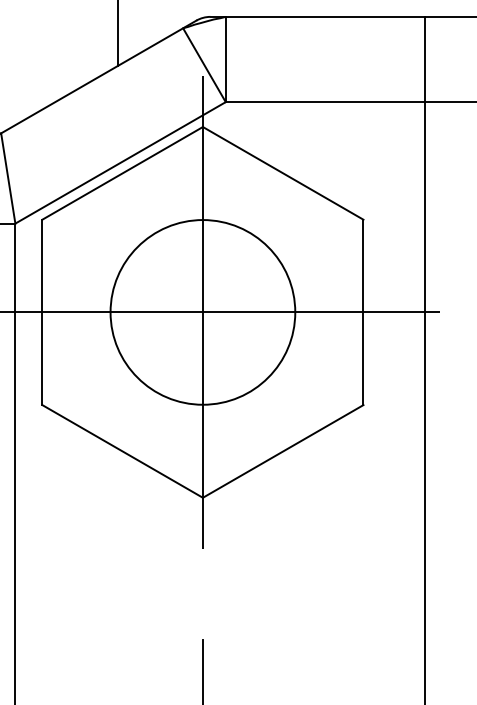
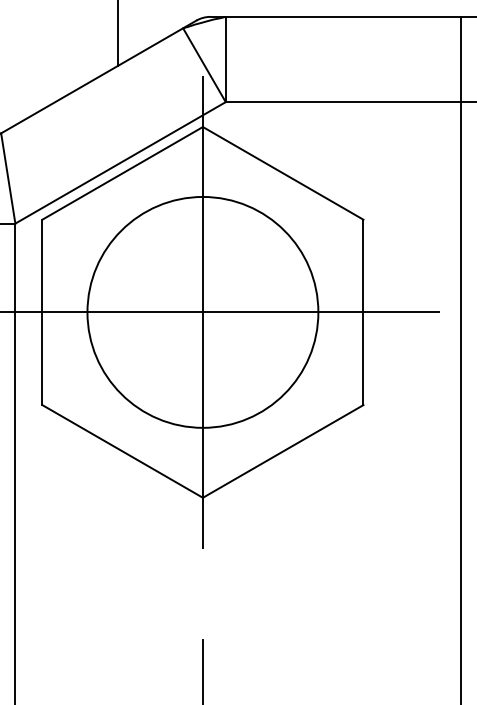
circle at (202, 312) diameter: 185 px -> 231 px
line at (424, 358) position: (424, 358) -> (460, 358)
